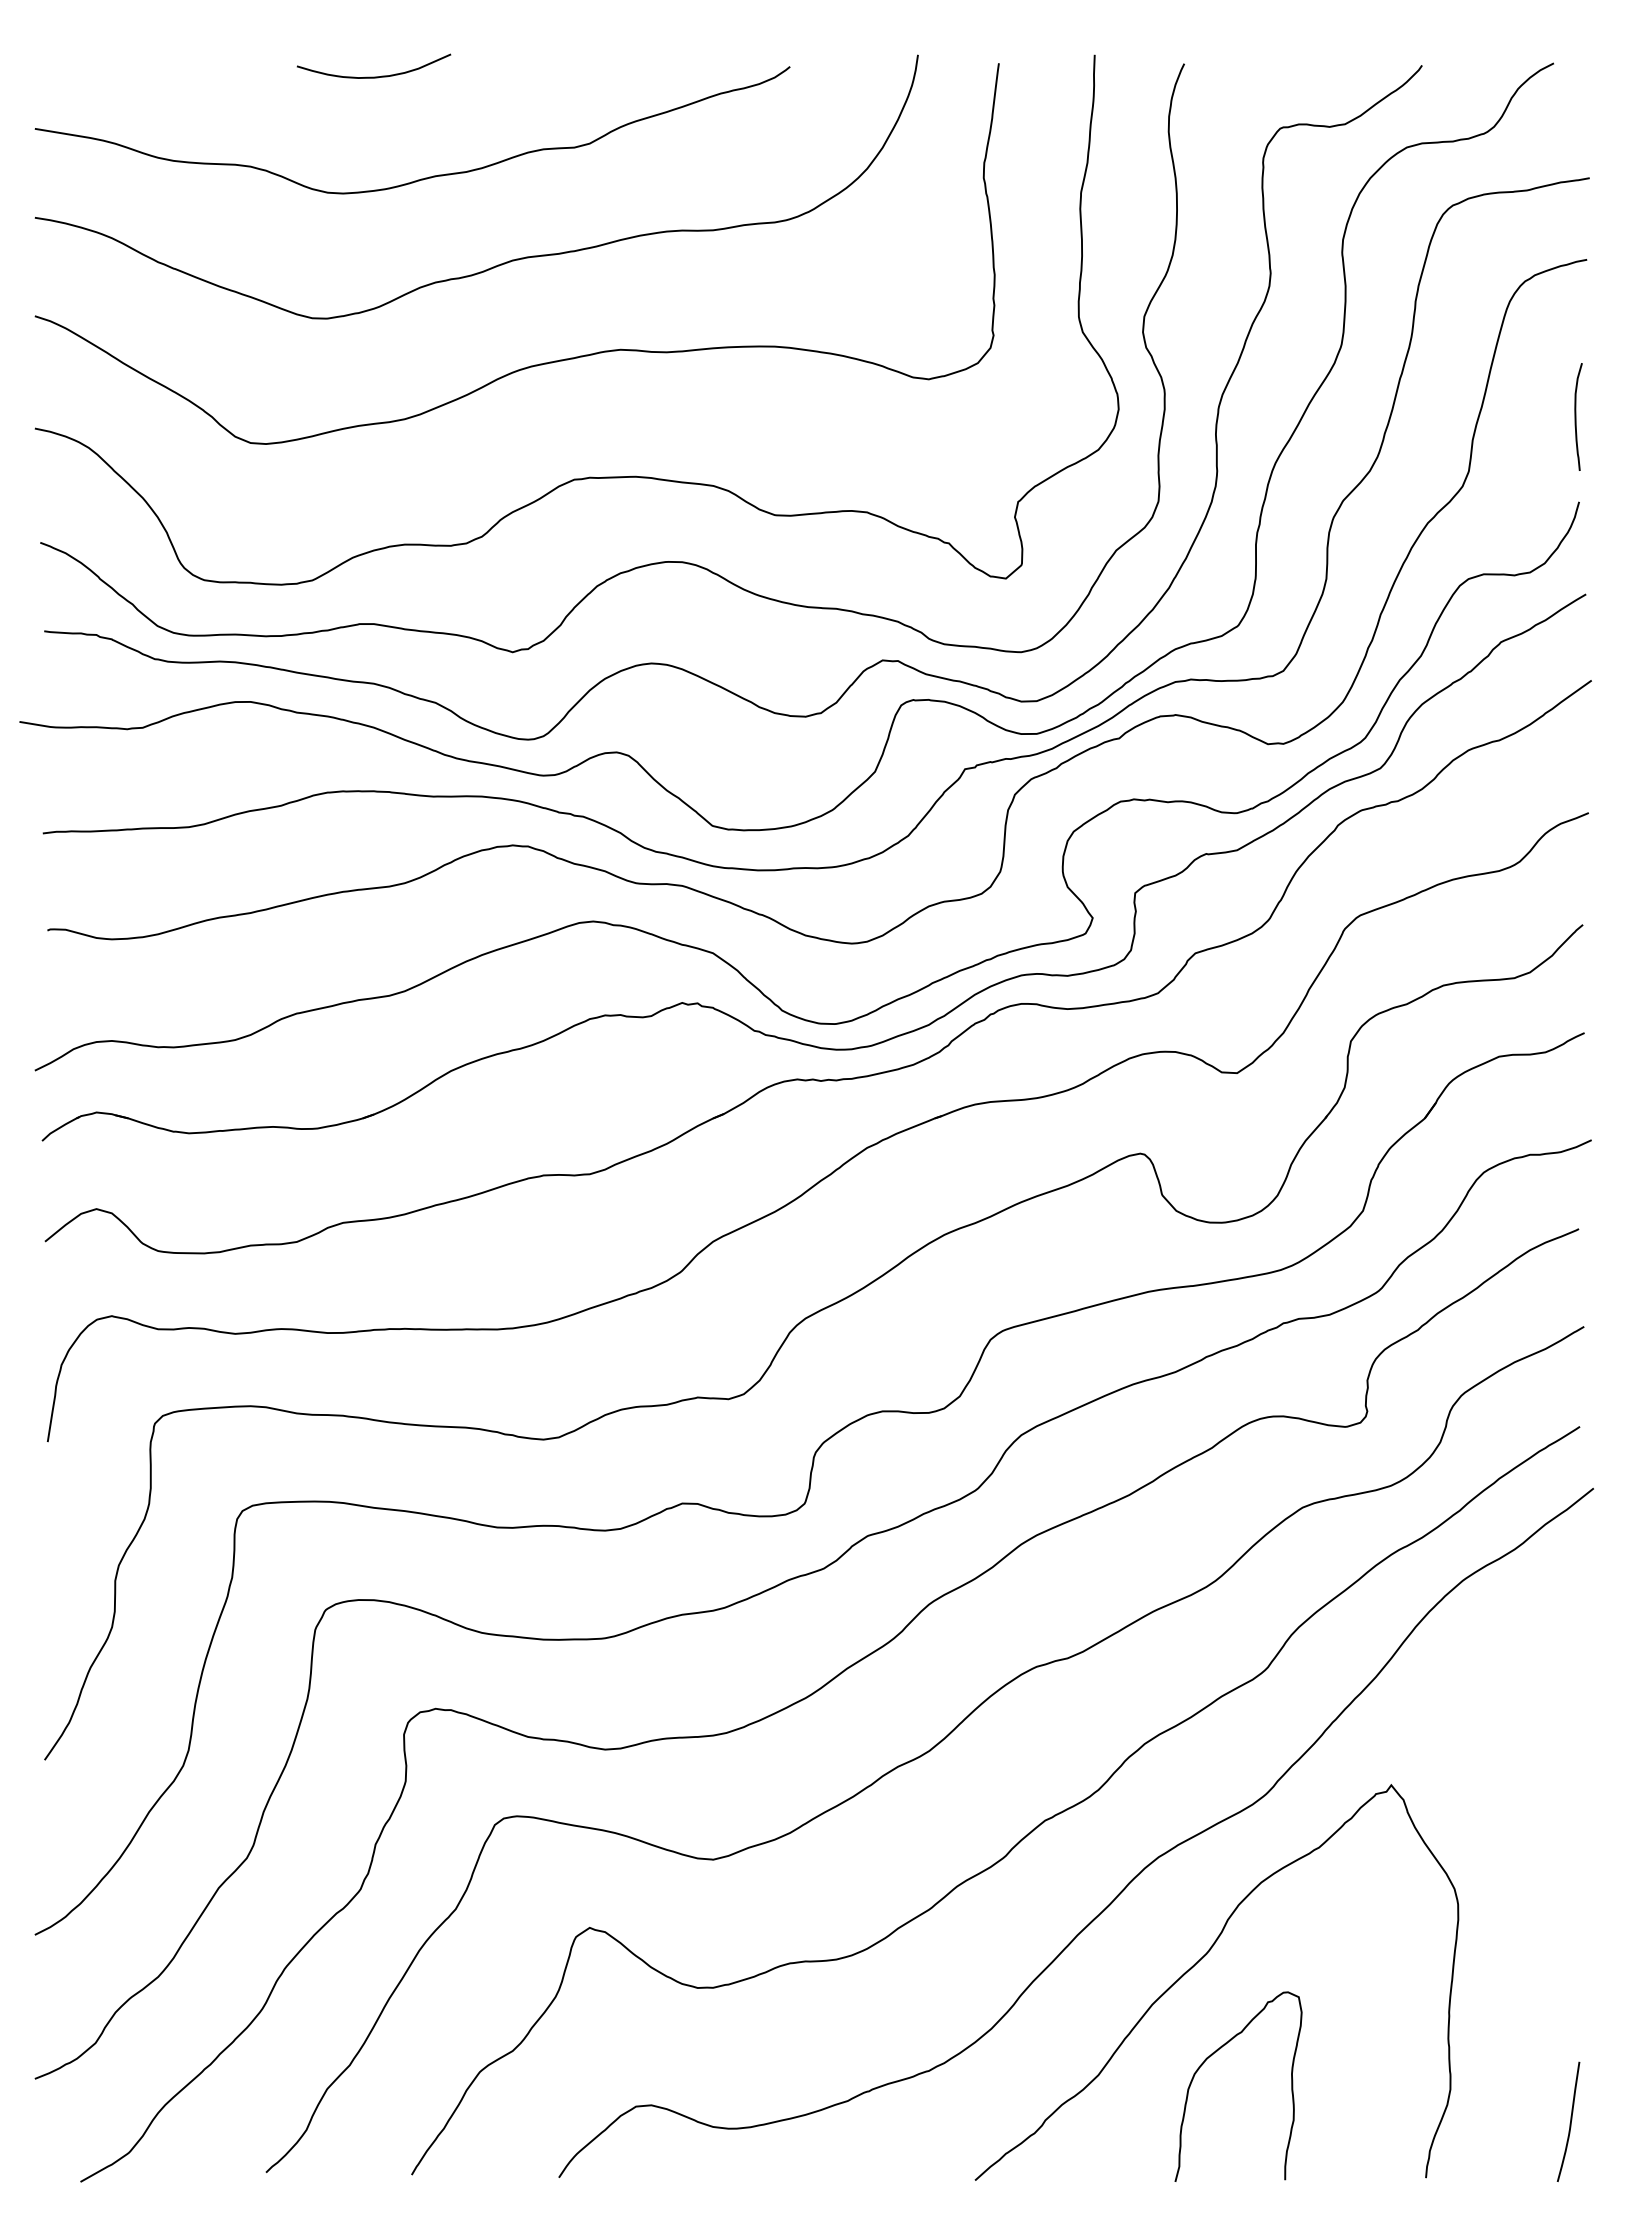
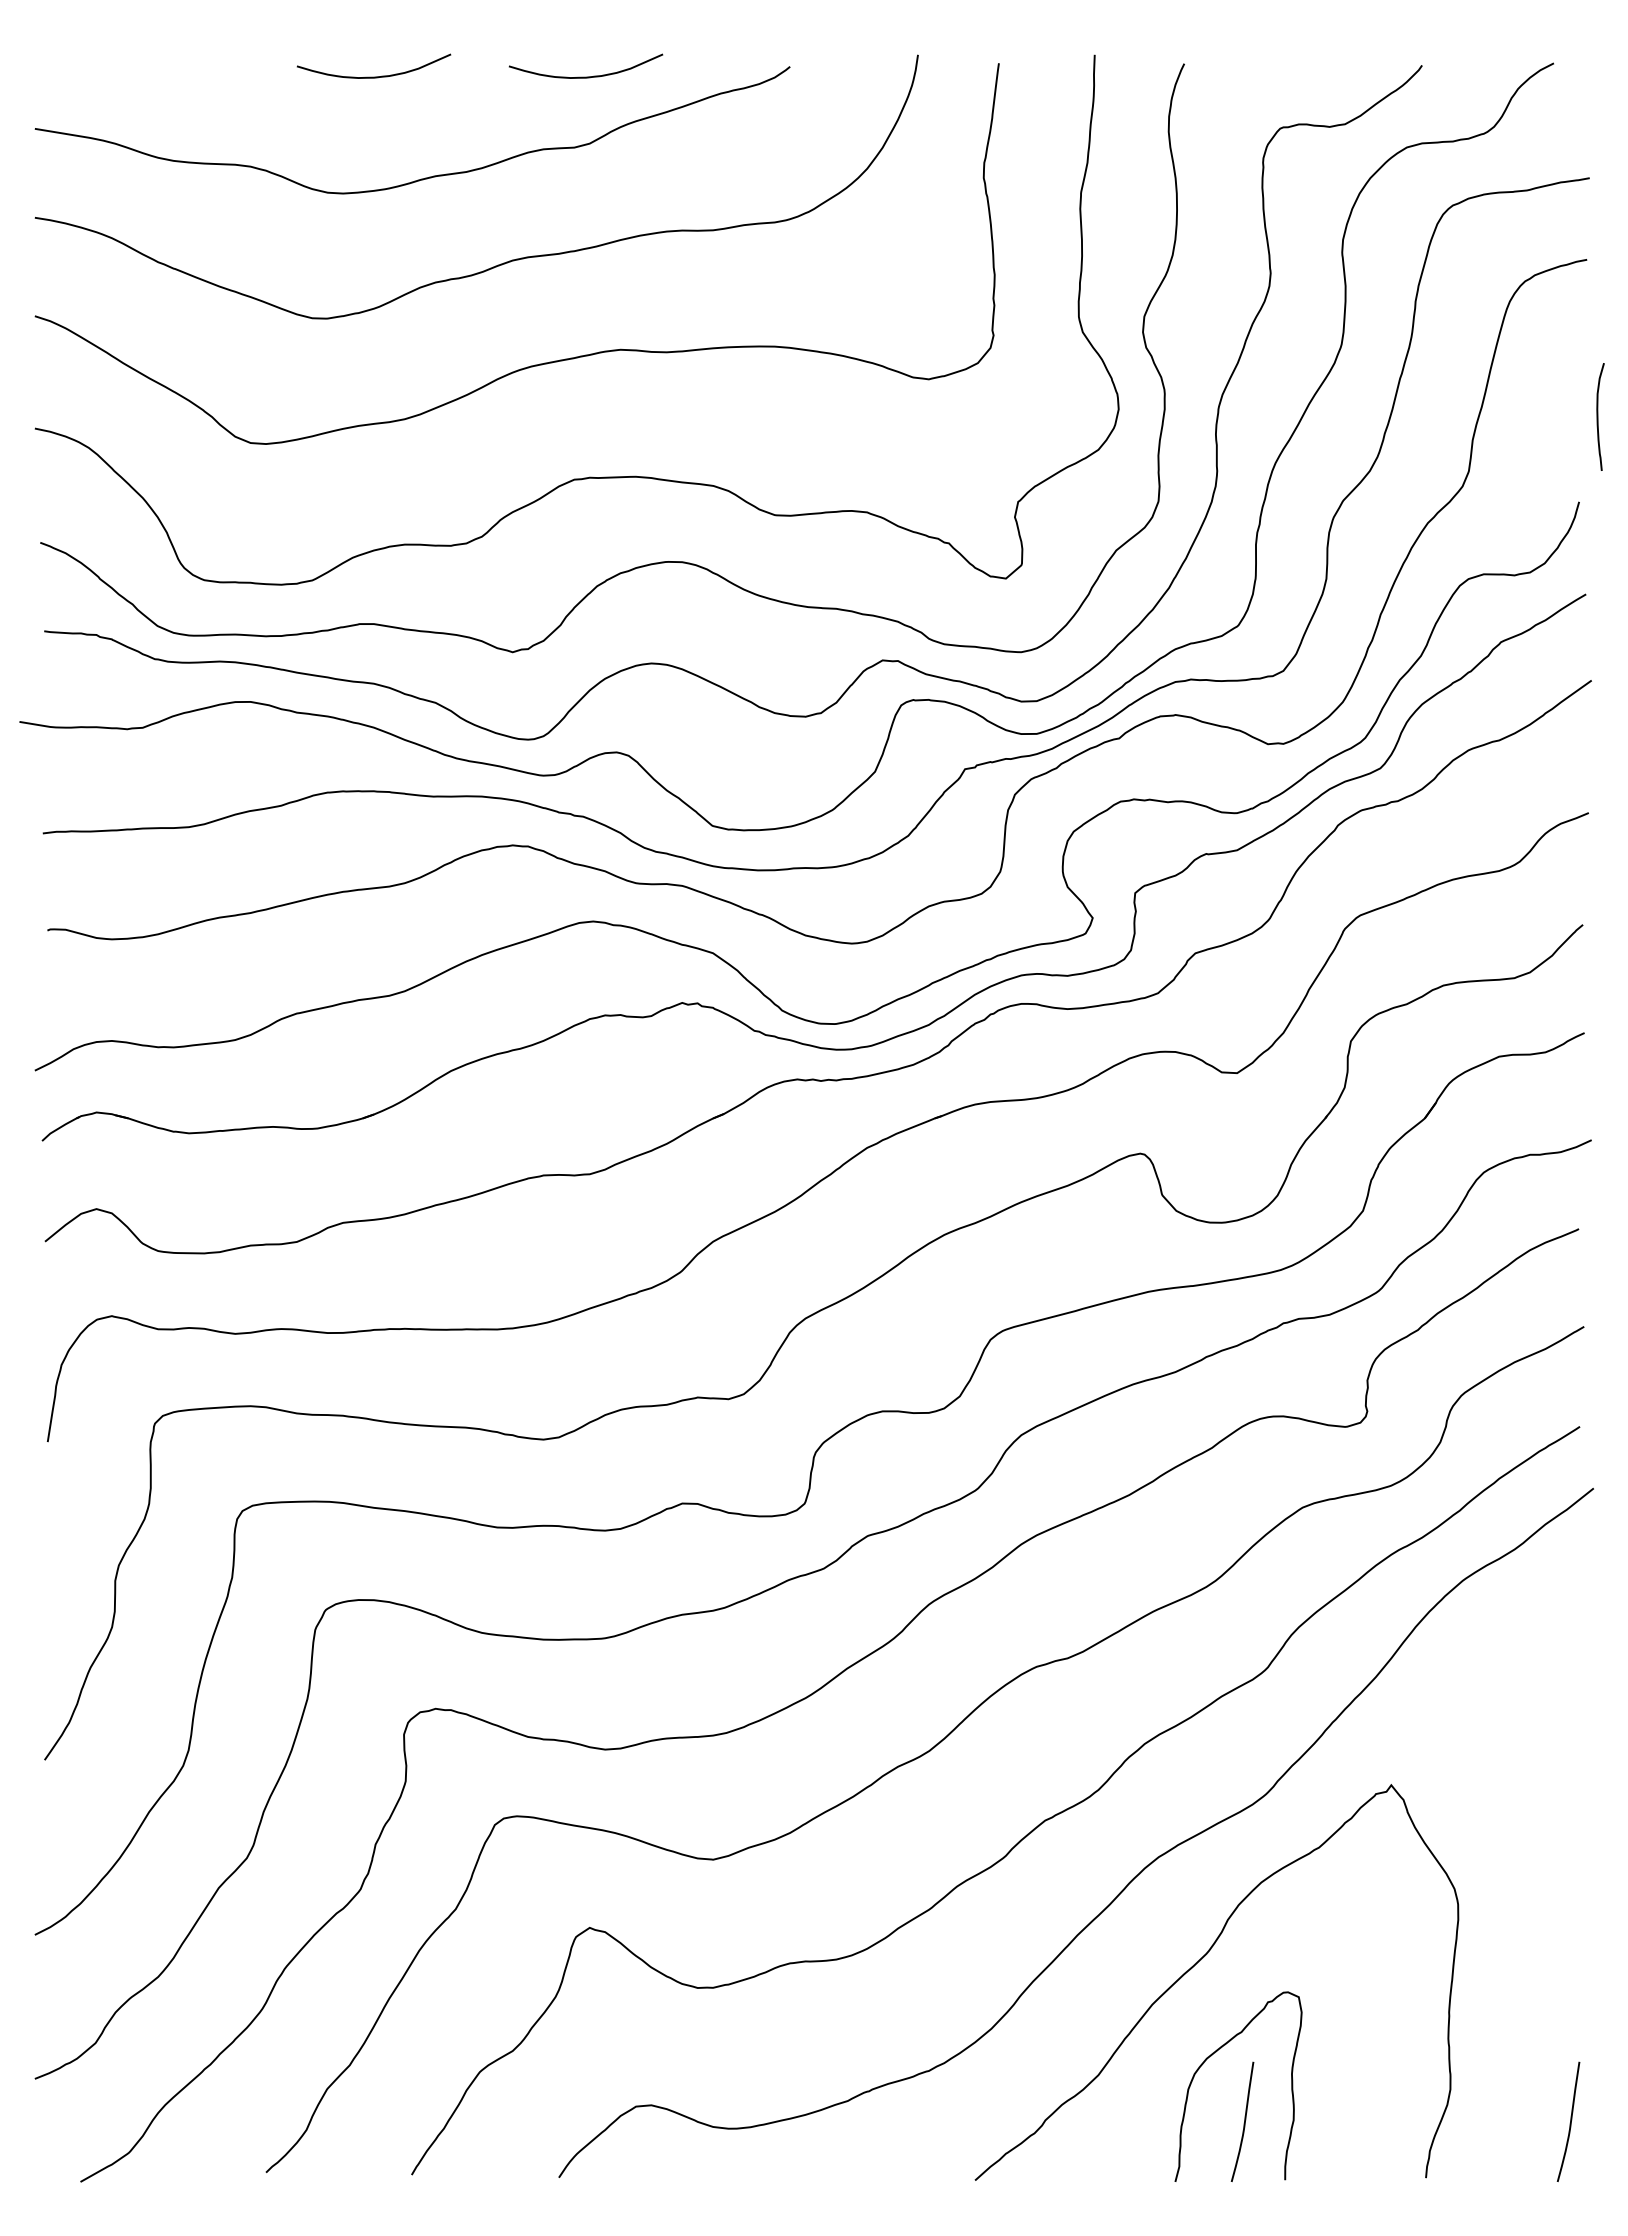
curve at (585, 76): none -> present
curve at (1576, 416) position: (1576, 416) -> (1598, 416)
curve at (1244, 2121): none -> present
